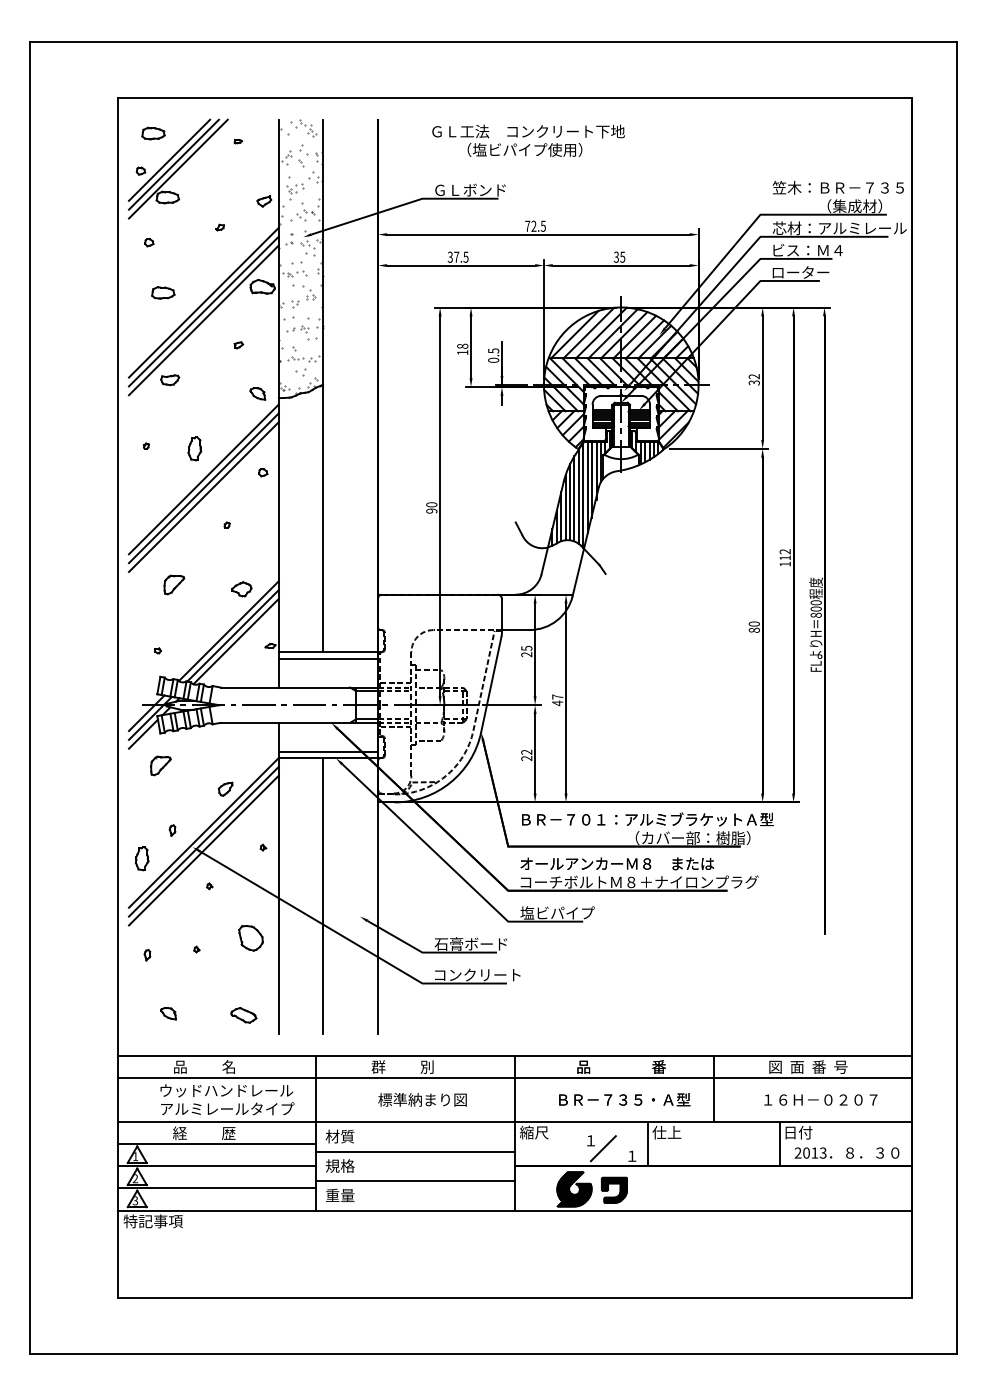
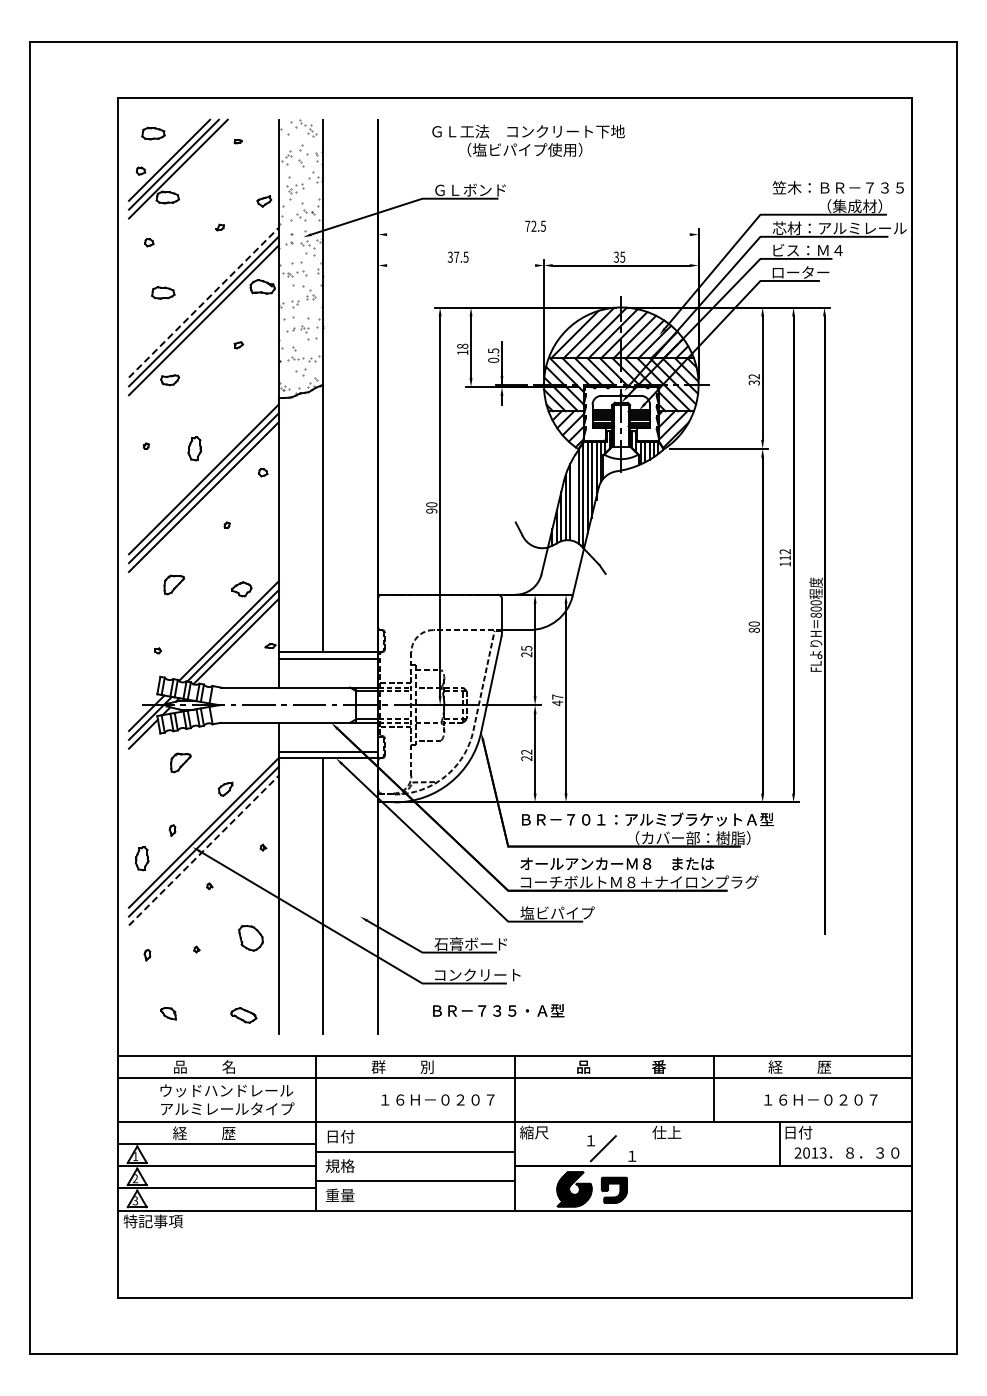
line at (538, 234): present -> none
line at (461, 265): present -> none
line at (203, 302): solid -> dashed
part at (257, 393): present -> none
line at (574, 498): present -> none
part at (160, 765) position: (160, 765) -> (180, 762)
line at (203, 850): solid -> dashed
text at (807, 1066): 図  面  番  号 -> 経          歴
text at (436, 1099): 標準納まり図 -> １６Ｈ－０２０７
text at (624, 1099) position: (624, 1099) -> (498, 1010)
text at (339, 1136): 材質 -> 日付
line at (647, 1144): present -> none
